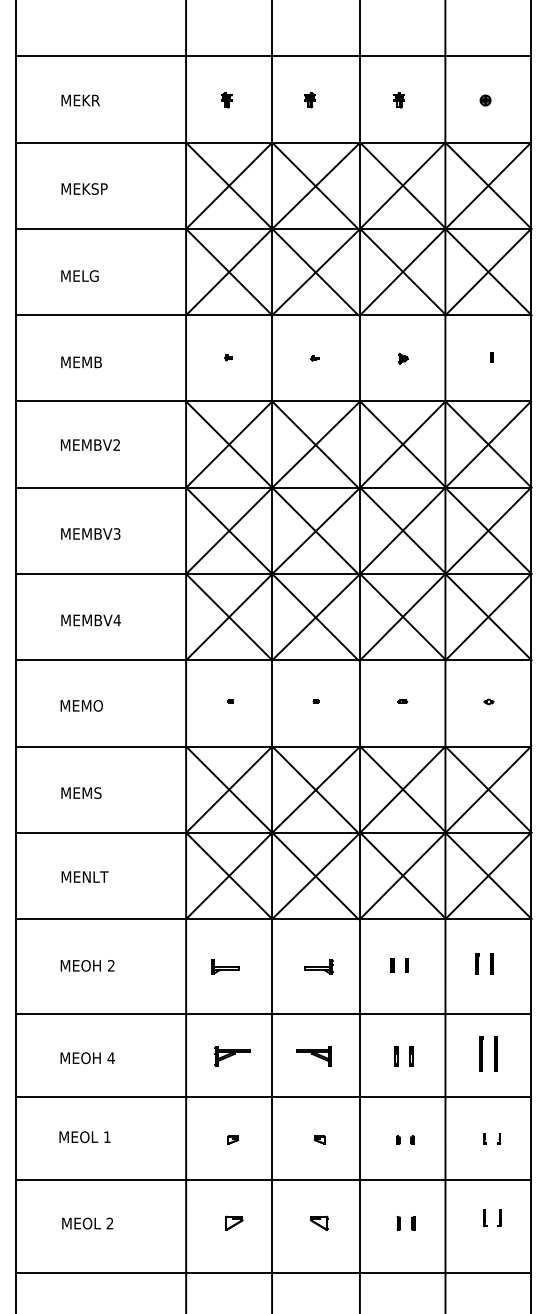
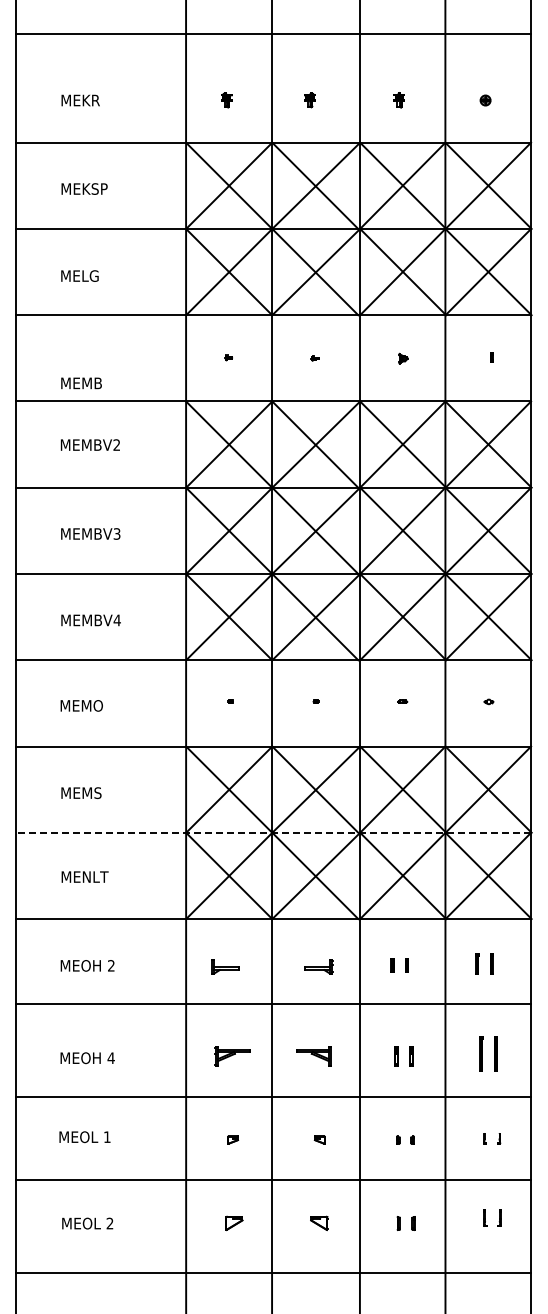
line at (273, 56) position: (273, 56) -> (273, 34)
text at (81, 362) position: (81, 362) -> (81, 383)
line at (273, 832): solid -> dashed
line at (273, 1013) position: (273, 1013) -> (273, 1003)
